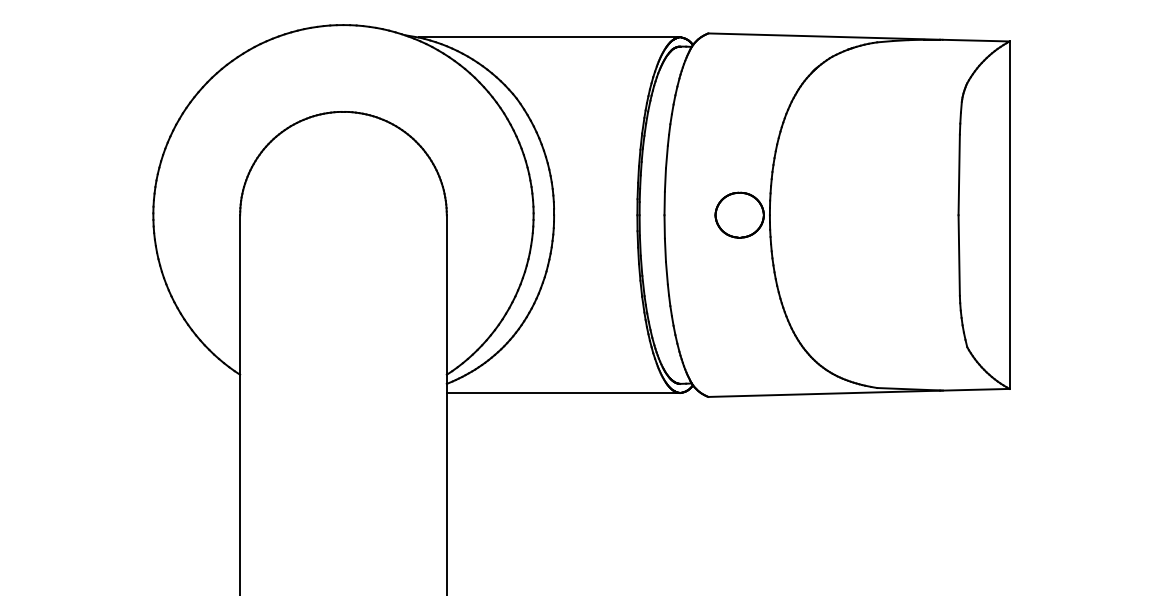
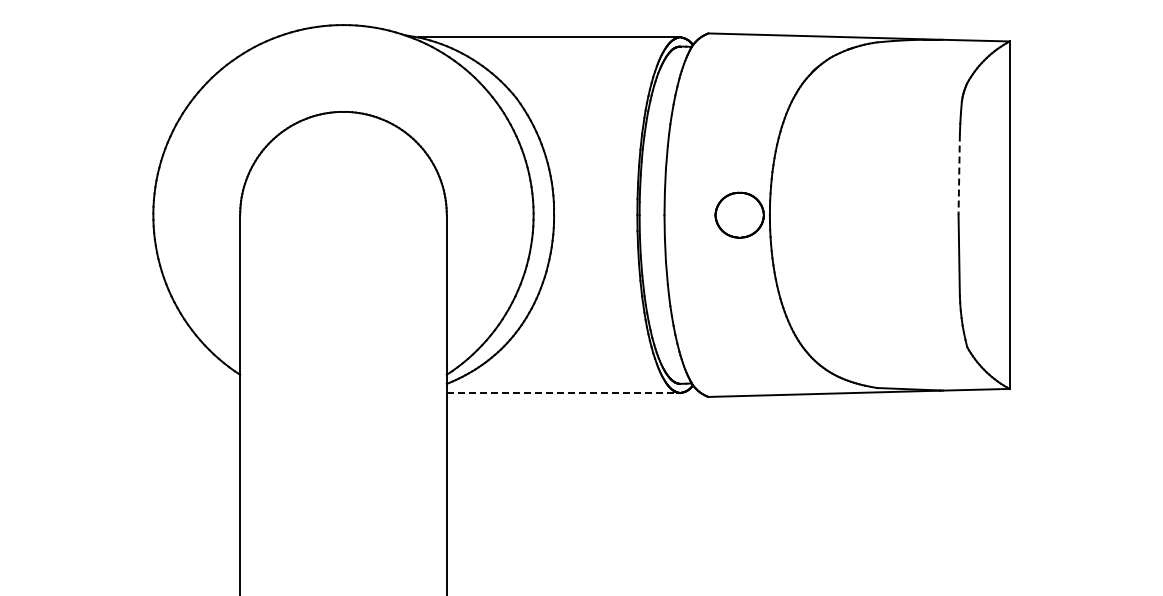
line at (959, 175): solid -> dashed
line at (563, 392): solid -> dashed
